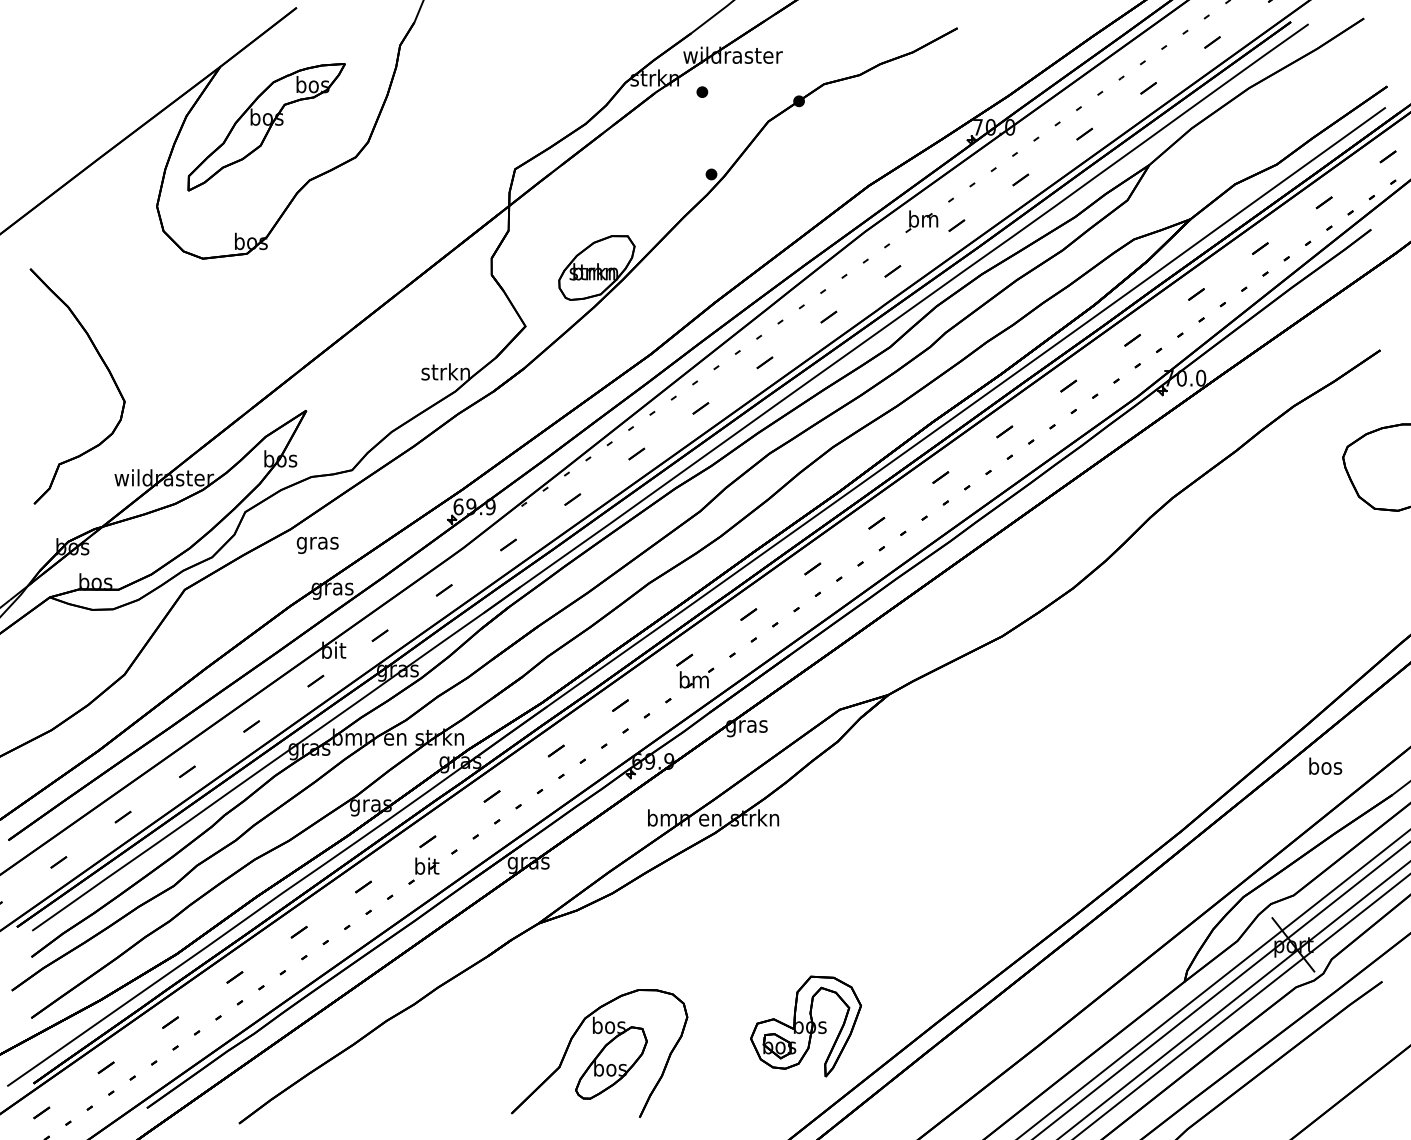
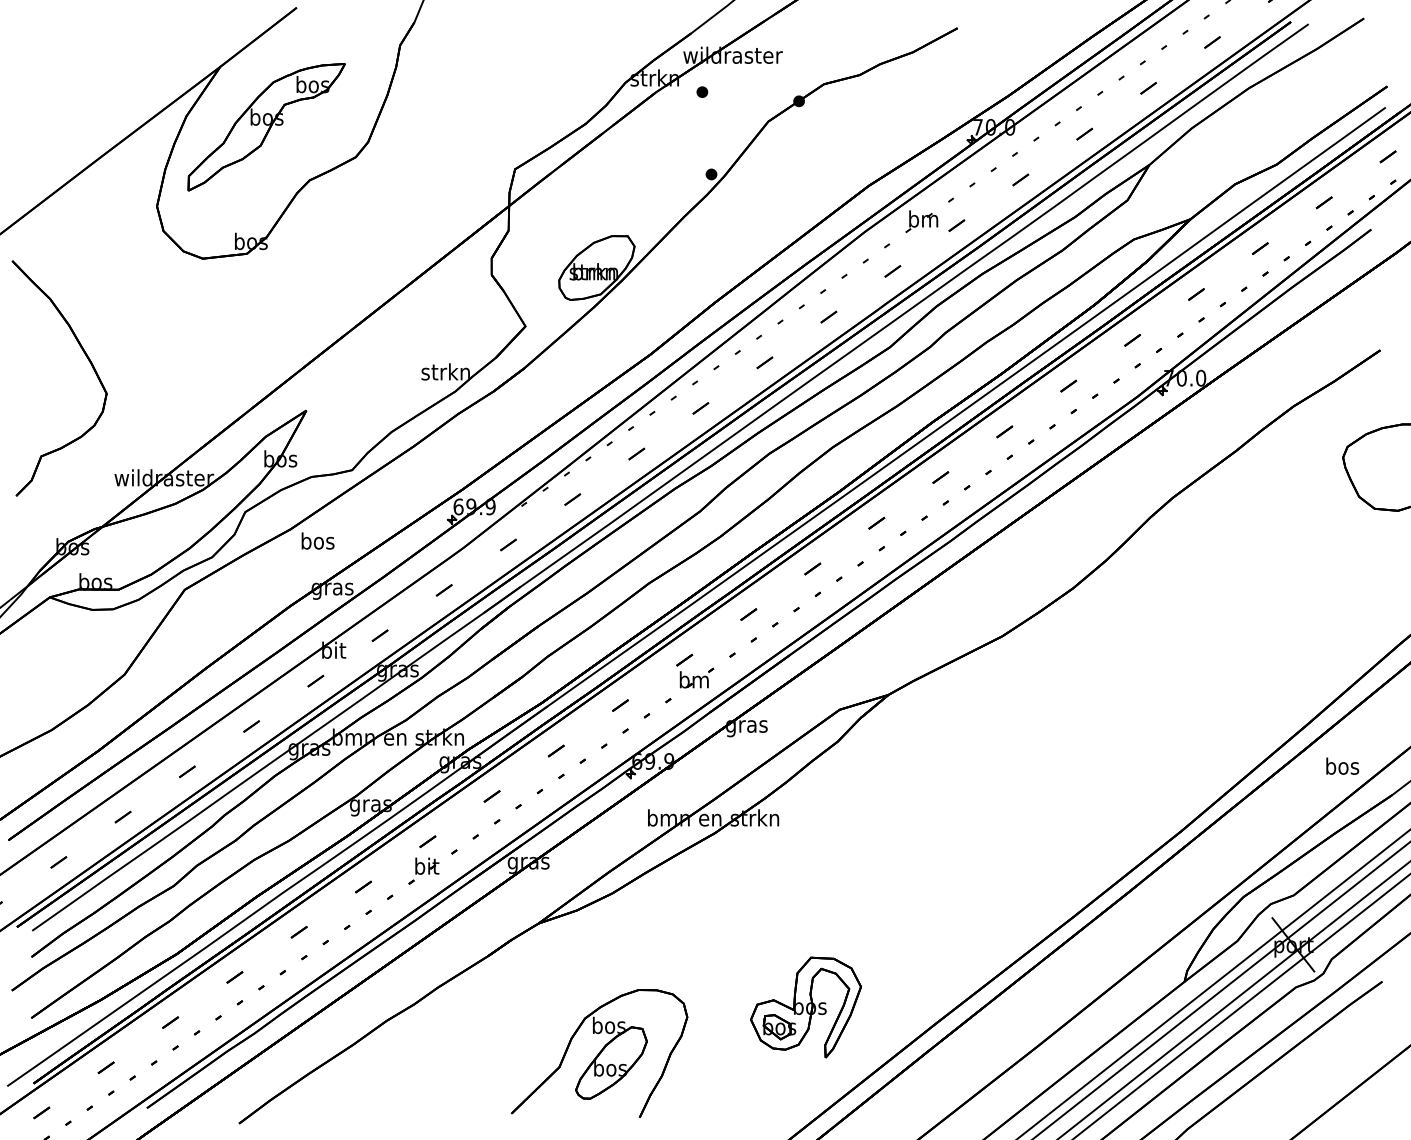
part at (105, 367) position: (105, 367) -> (87, 359)
text at (317, 543): gras -> bos
text at (1325, 765) position: (1325, 765) -> (1342, 765)
part at (805, 1026) position: (805, 1026) -> (805, 1007)
